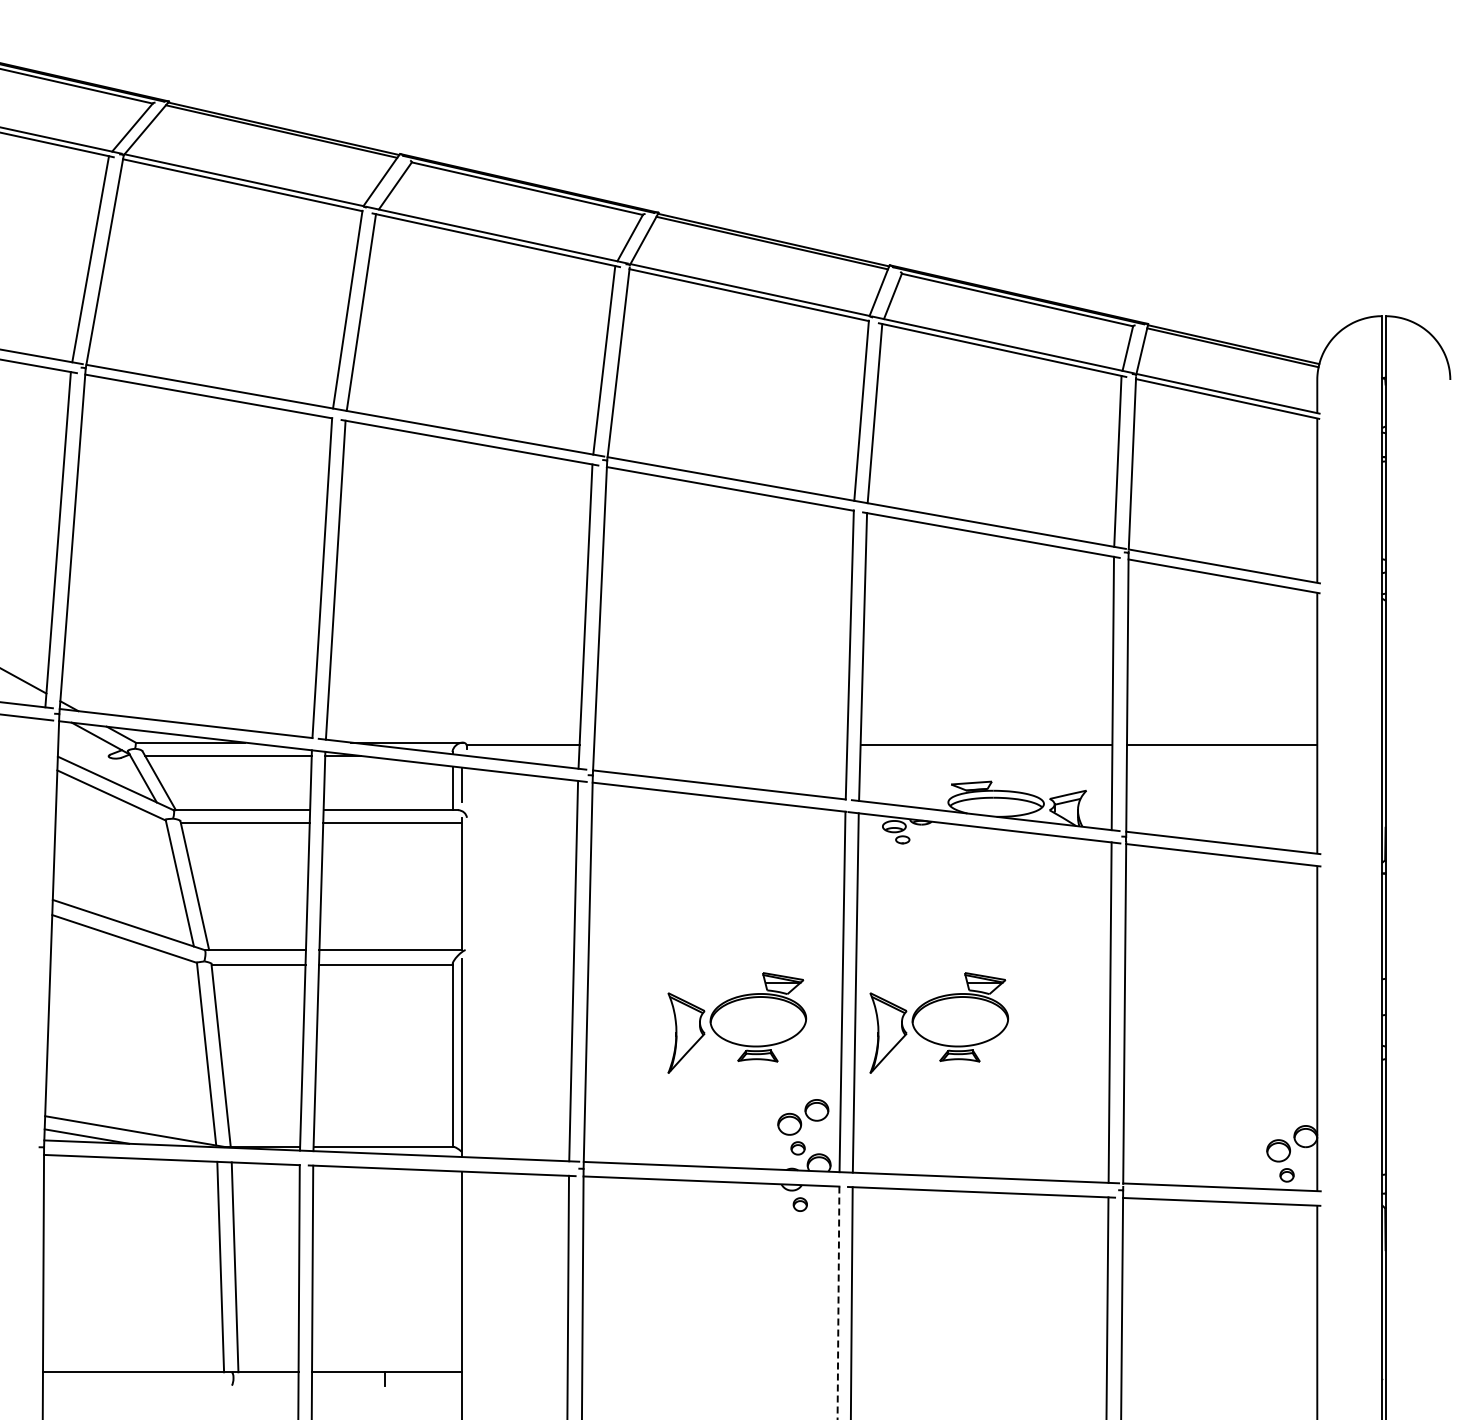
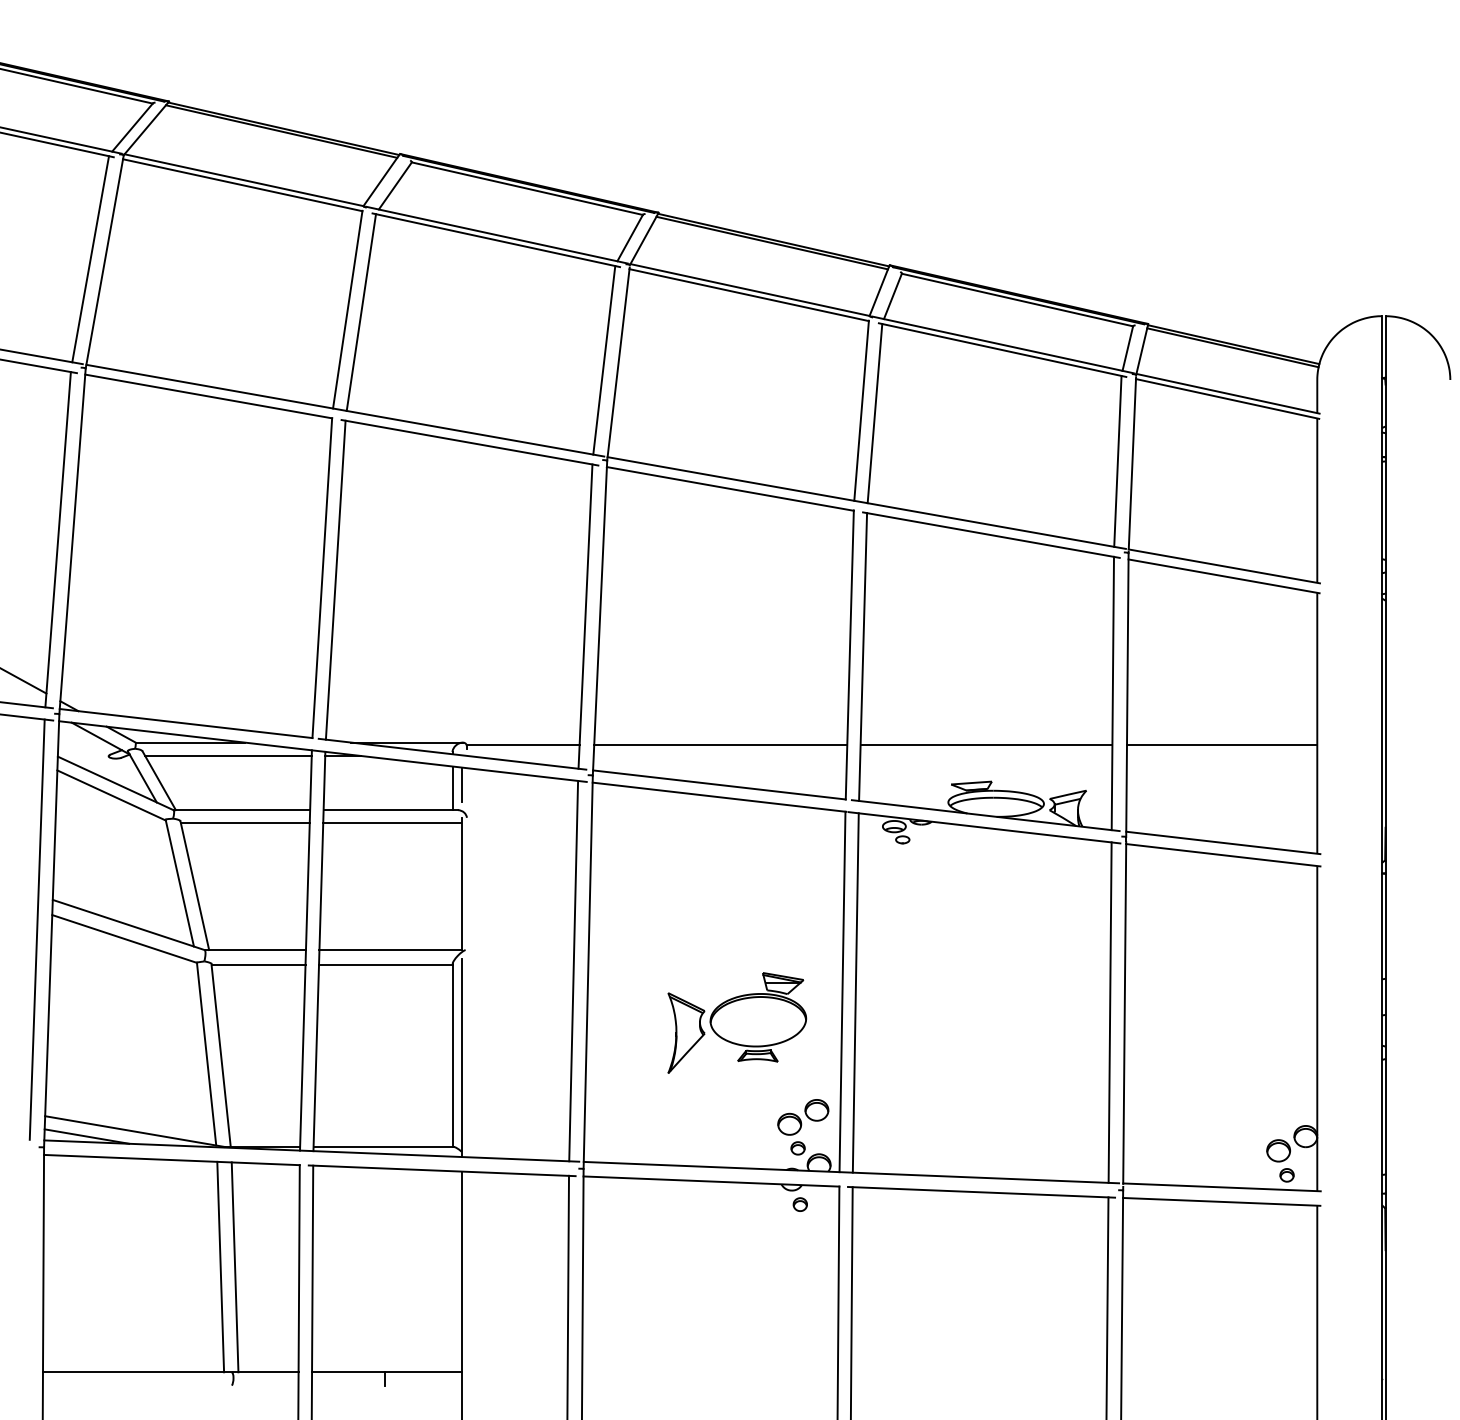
line at (720, 745): none -> present
line at (36, 929): none -> present
part at (939, 1022): present -> none
line at (838, 1303): dashed -> solid
